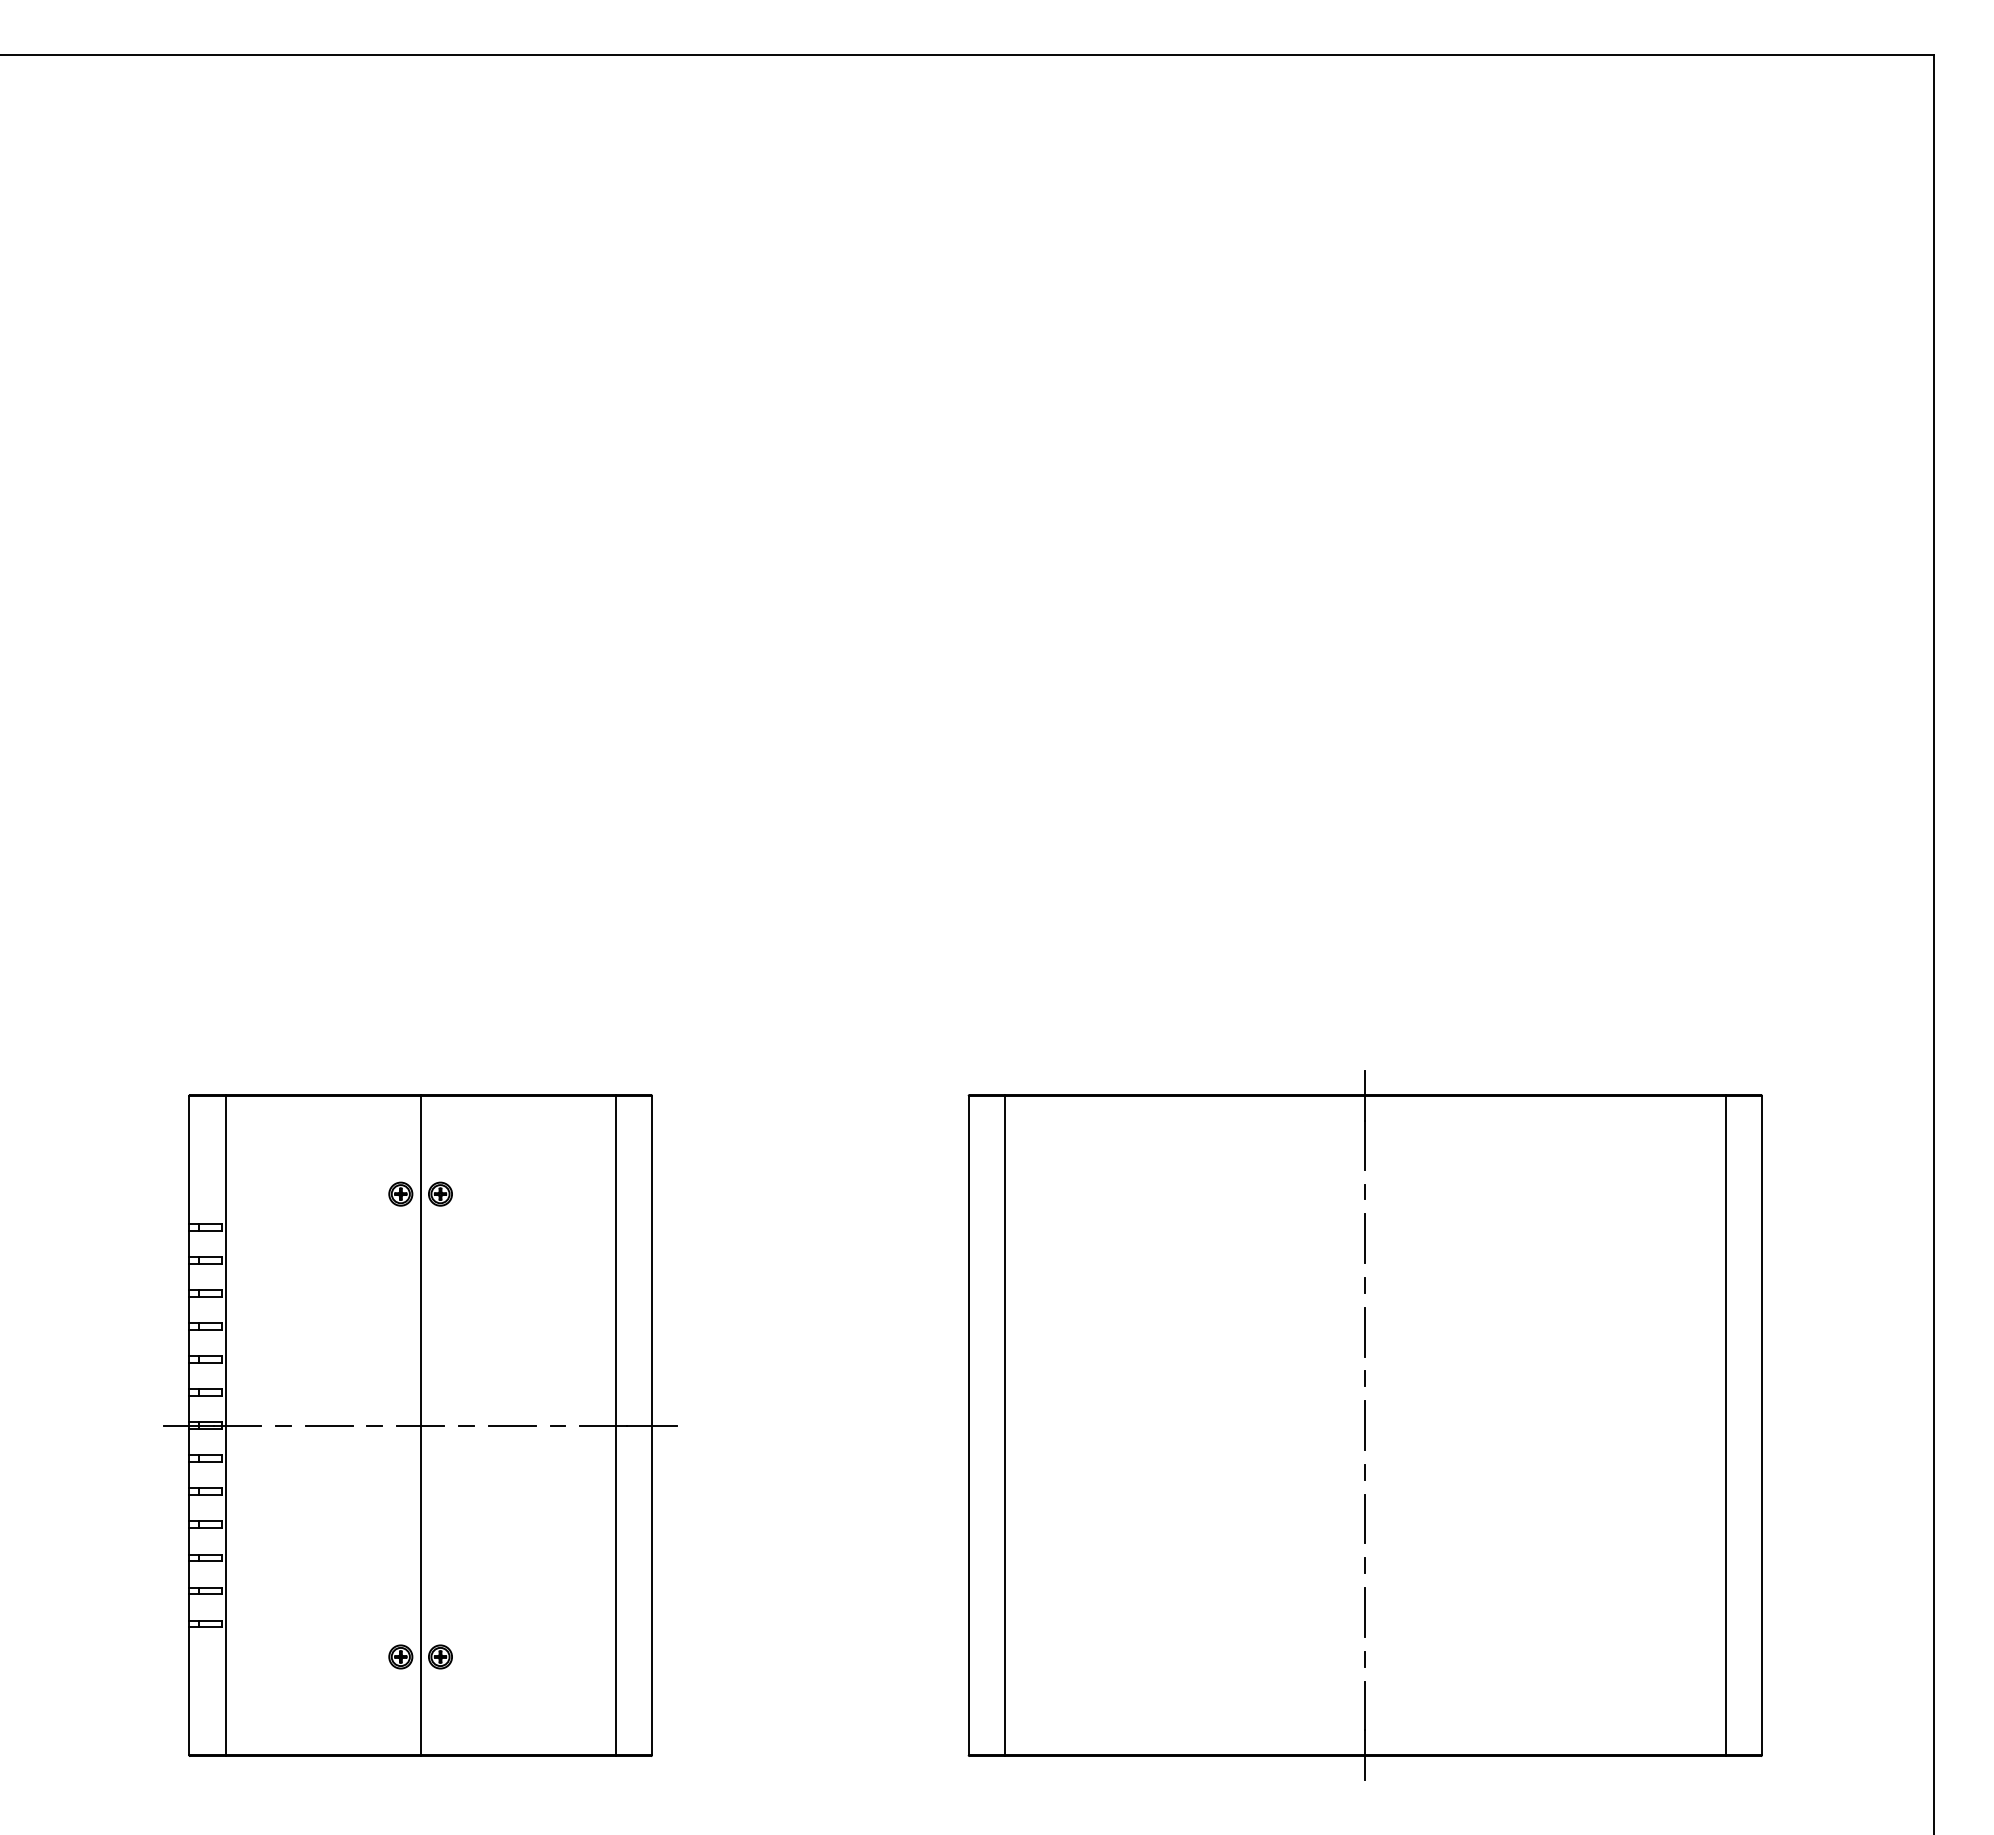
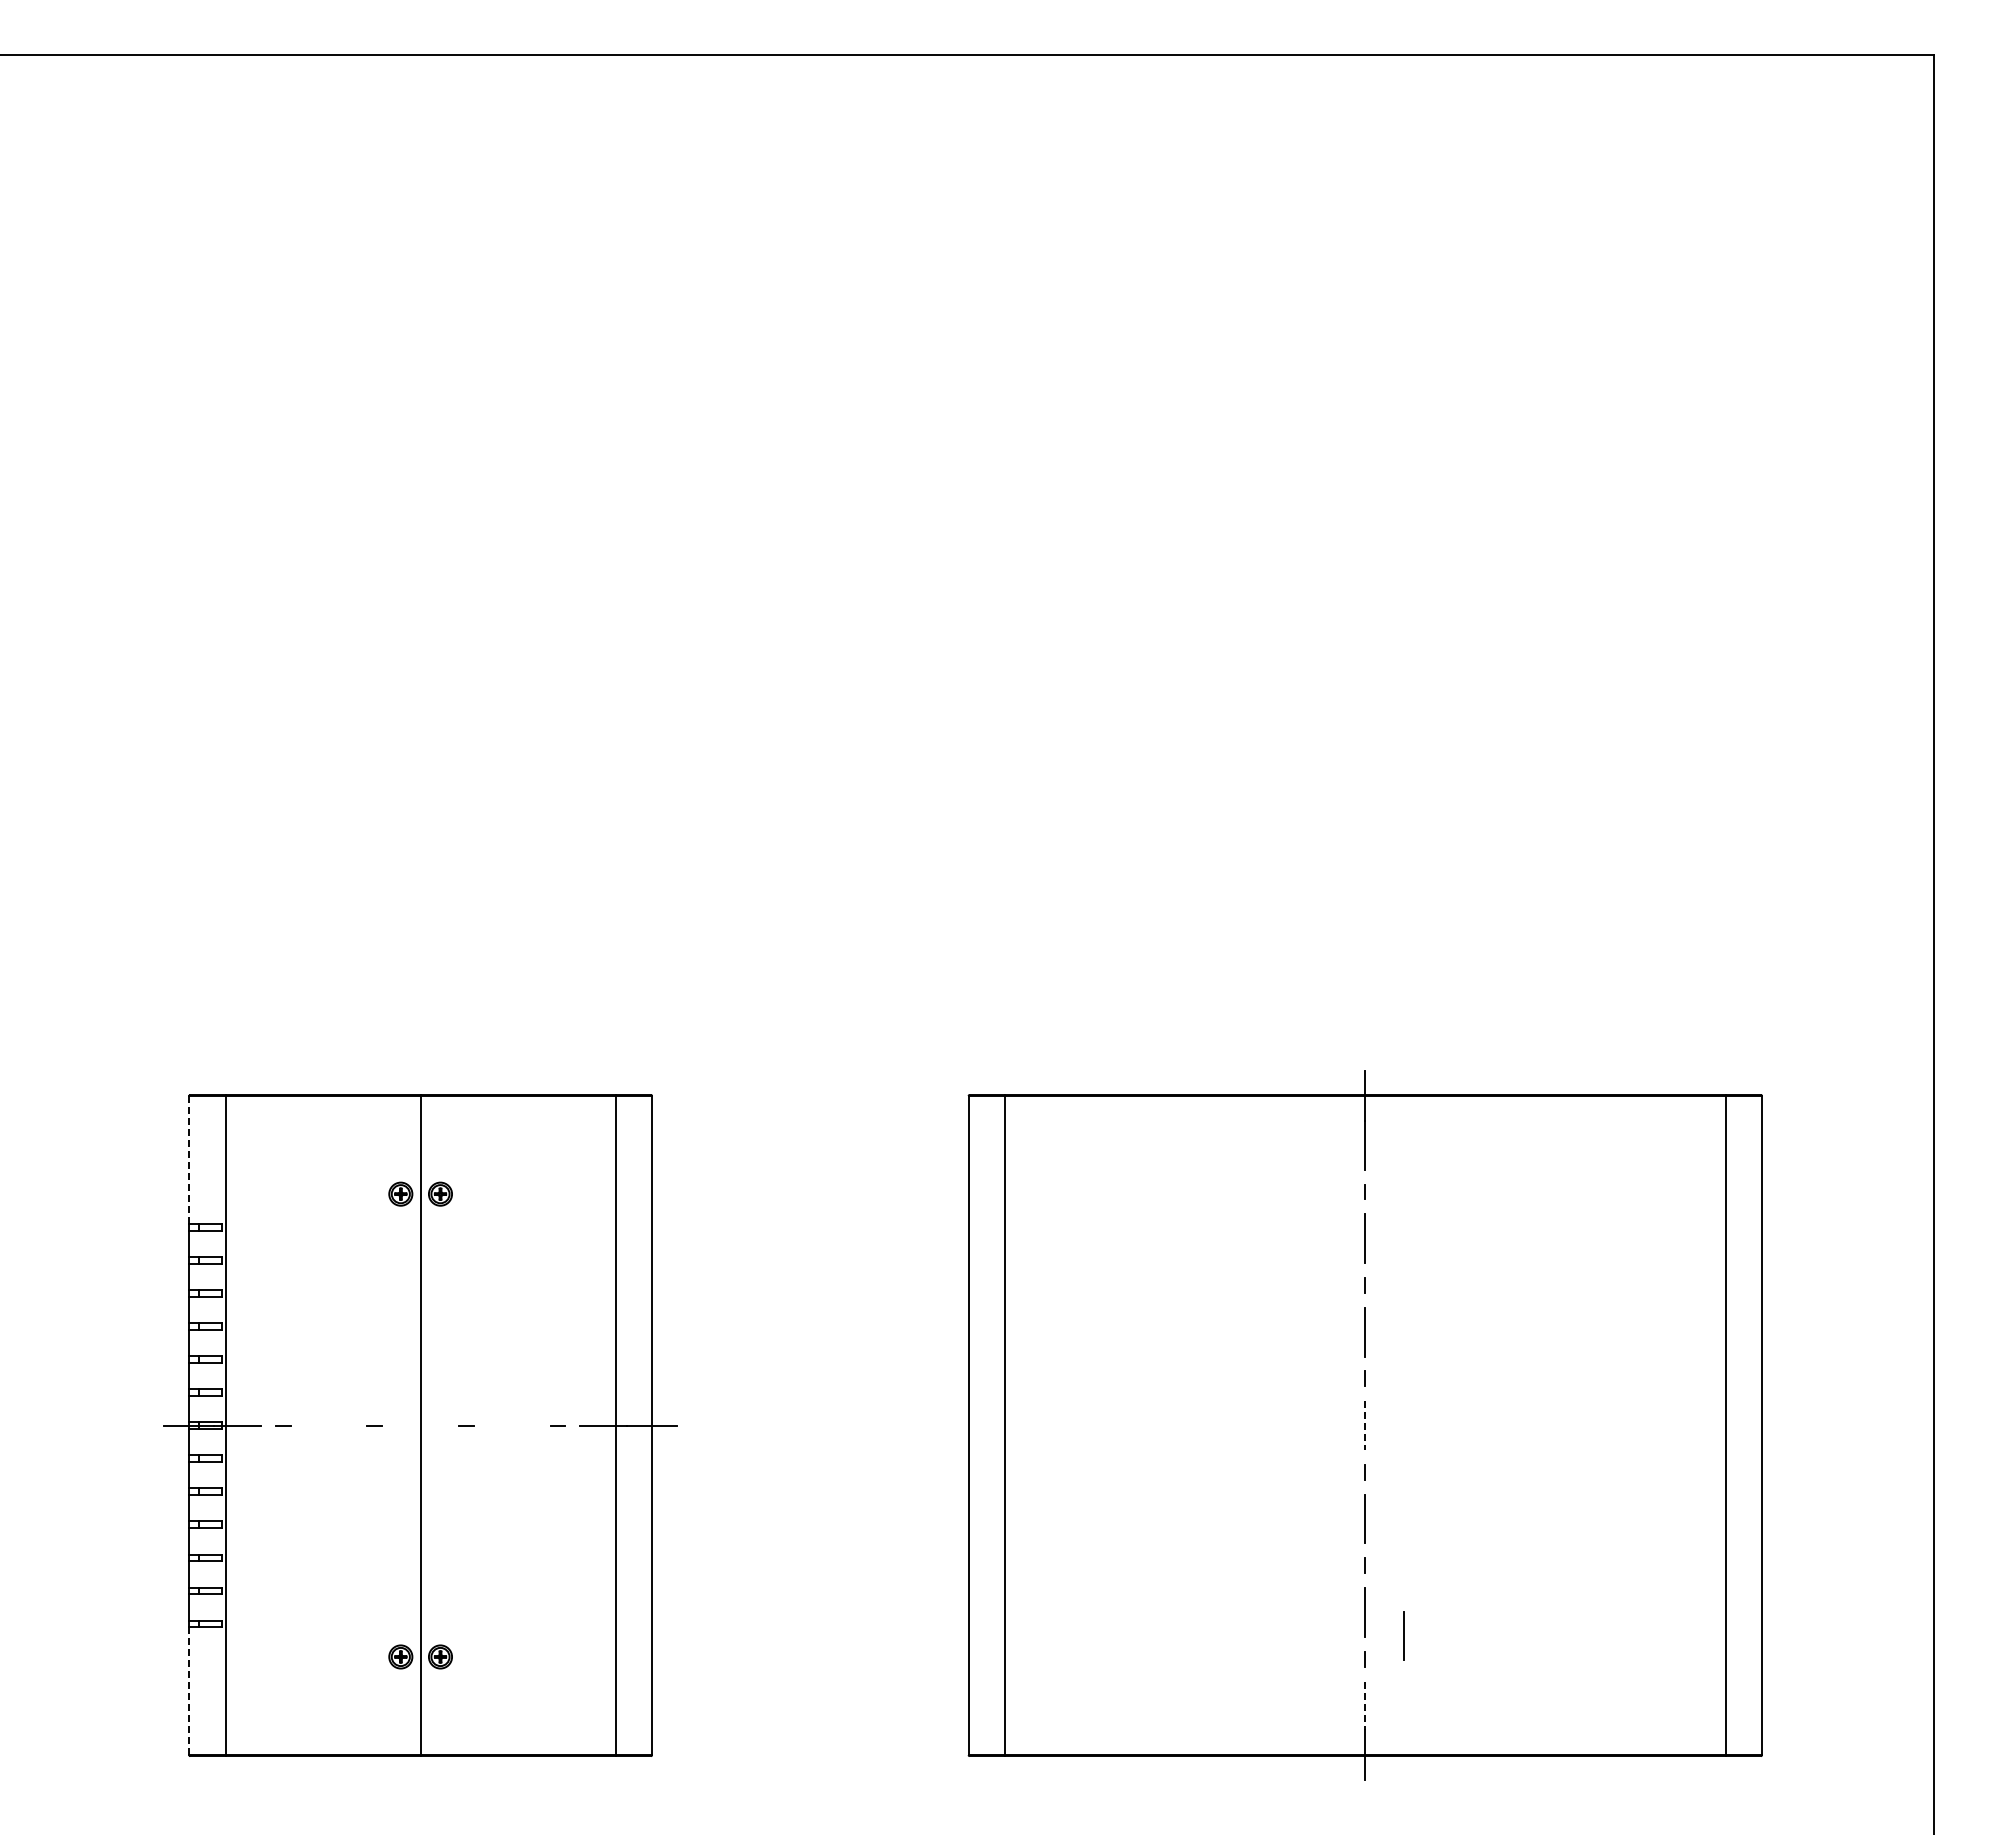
line at (189, 1159): solid -> dashed
line at (328, 1425): present -> none
line at (420, 1425): present -> none
line at (512, 1425): present -> none
line at (1365, 1426): solid -> dashed
line at (1403, 1635): none -> present
line at (189, 1691): solid -> dashed
line at (1365, 1706): solid -> dashed
